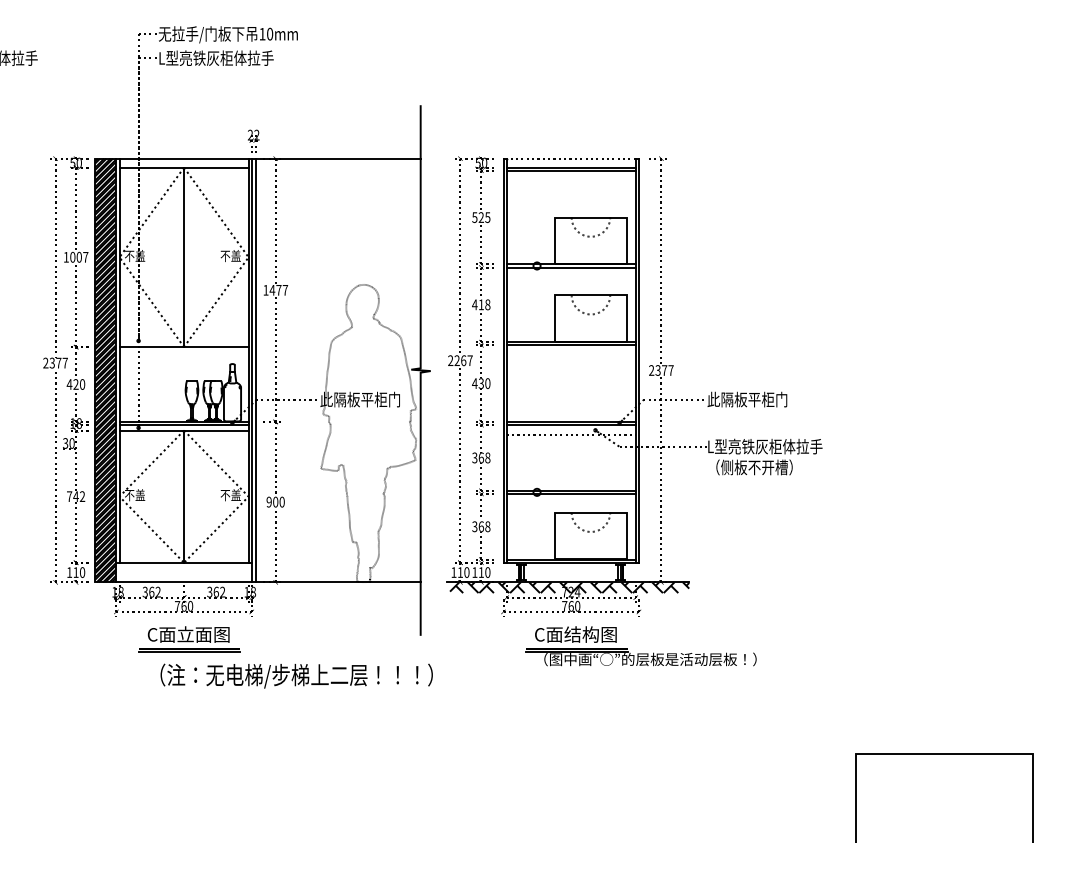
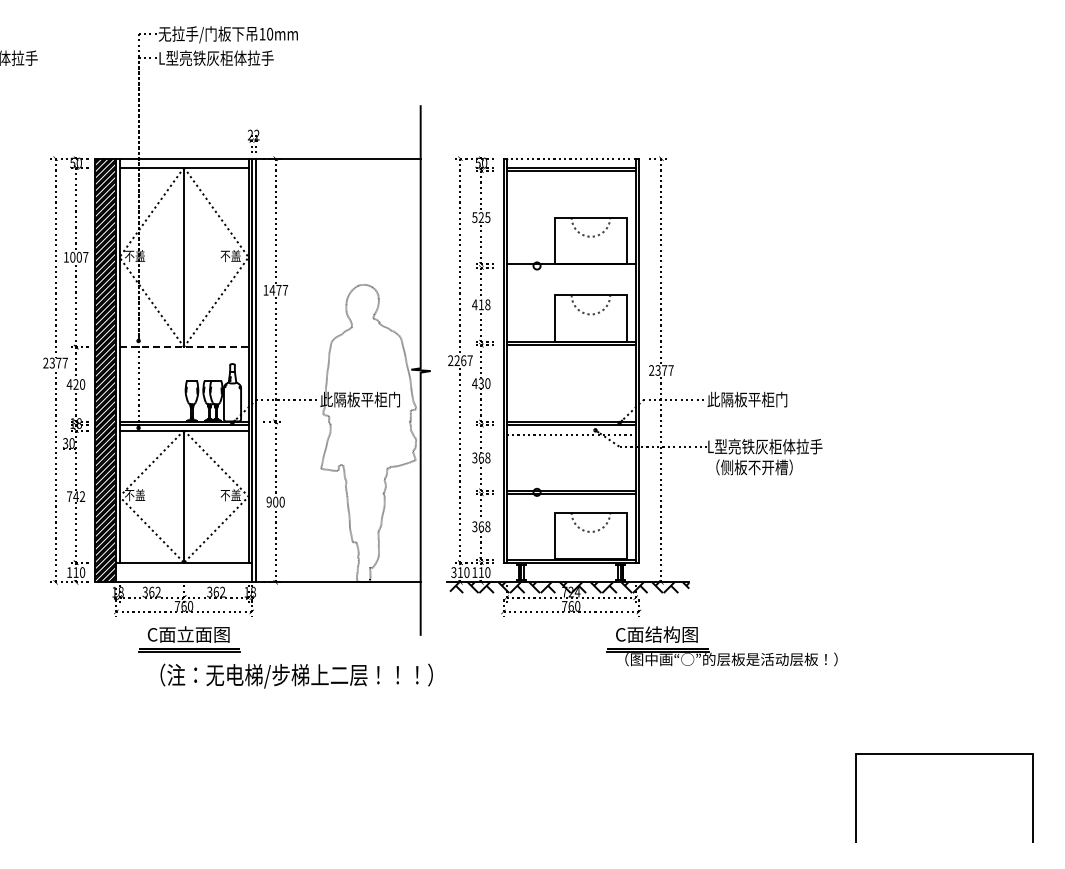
line at (570, 267): present -> none
line at (184, 347): solid -> dashed
text at (453, 572): 110 -> 310
part at (640, 653) position: (640, 653) -> (721, 653)
